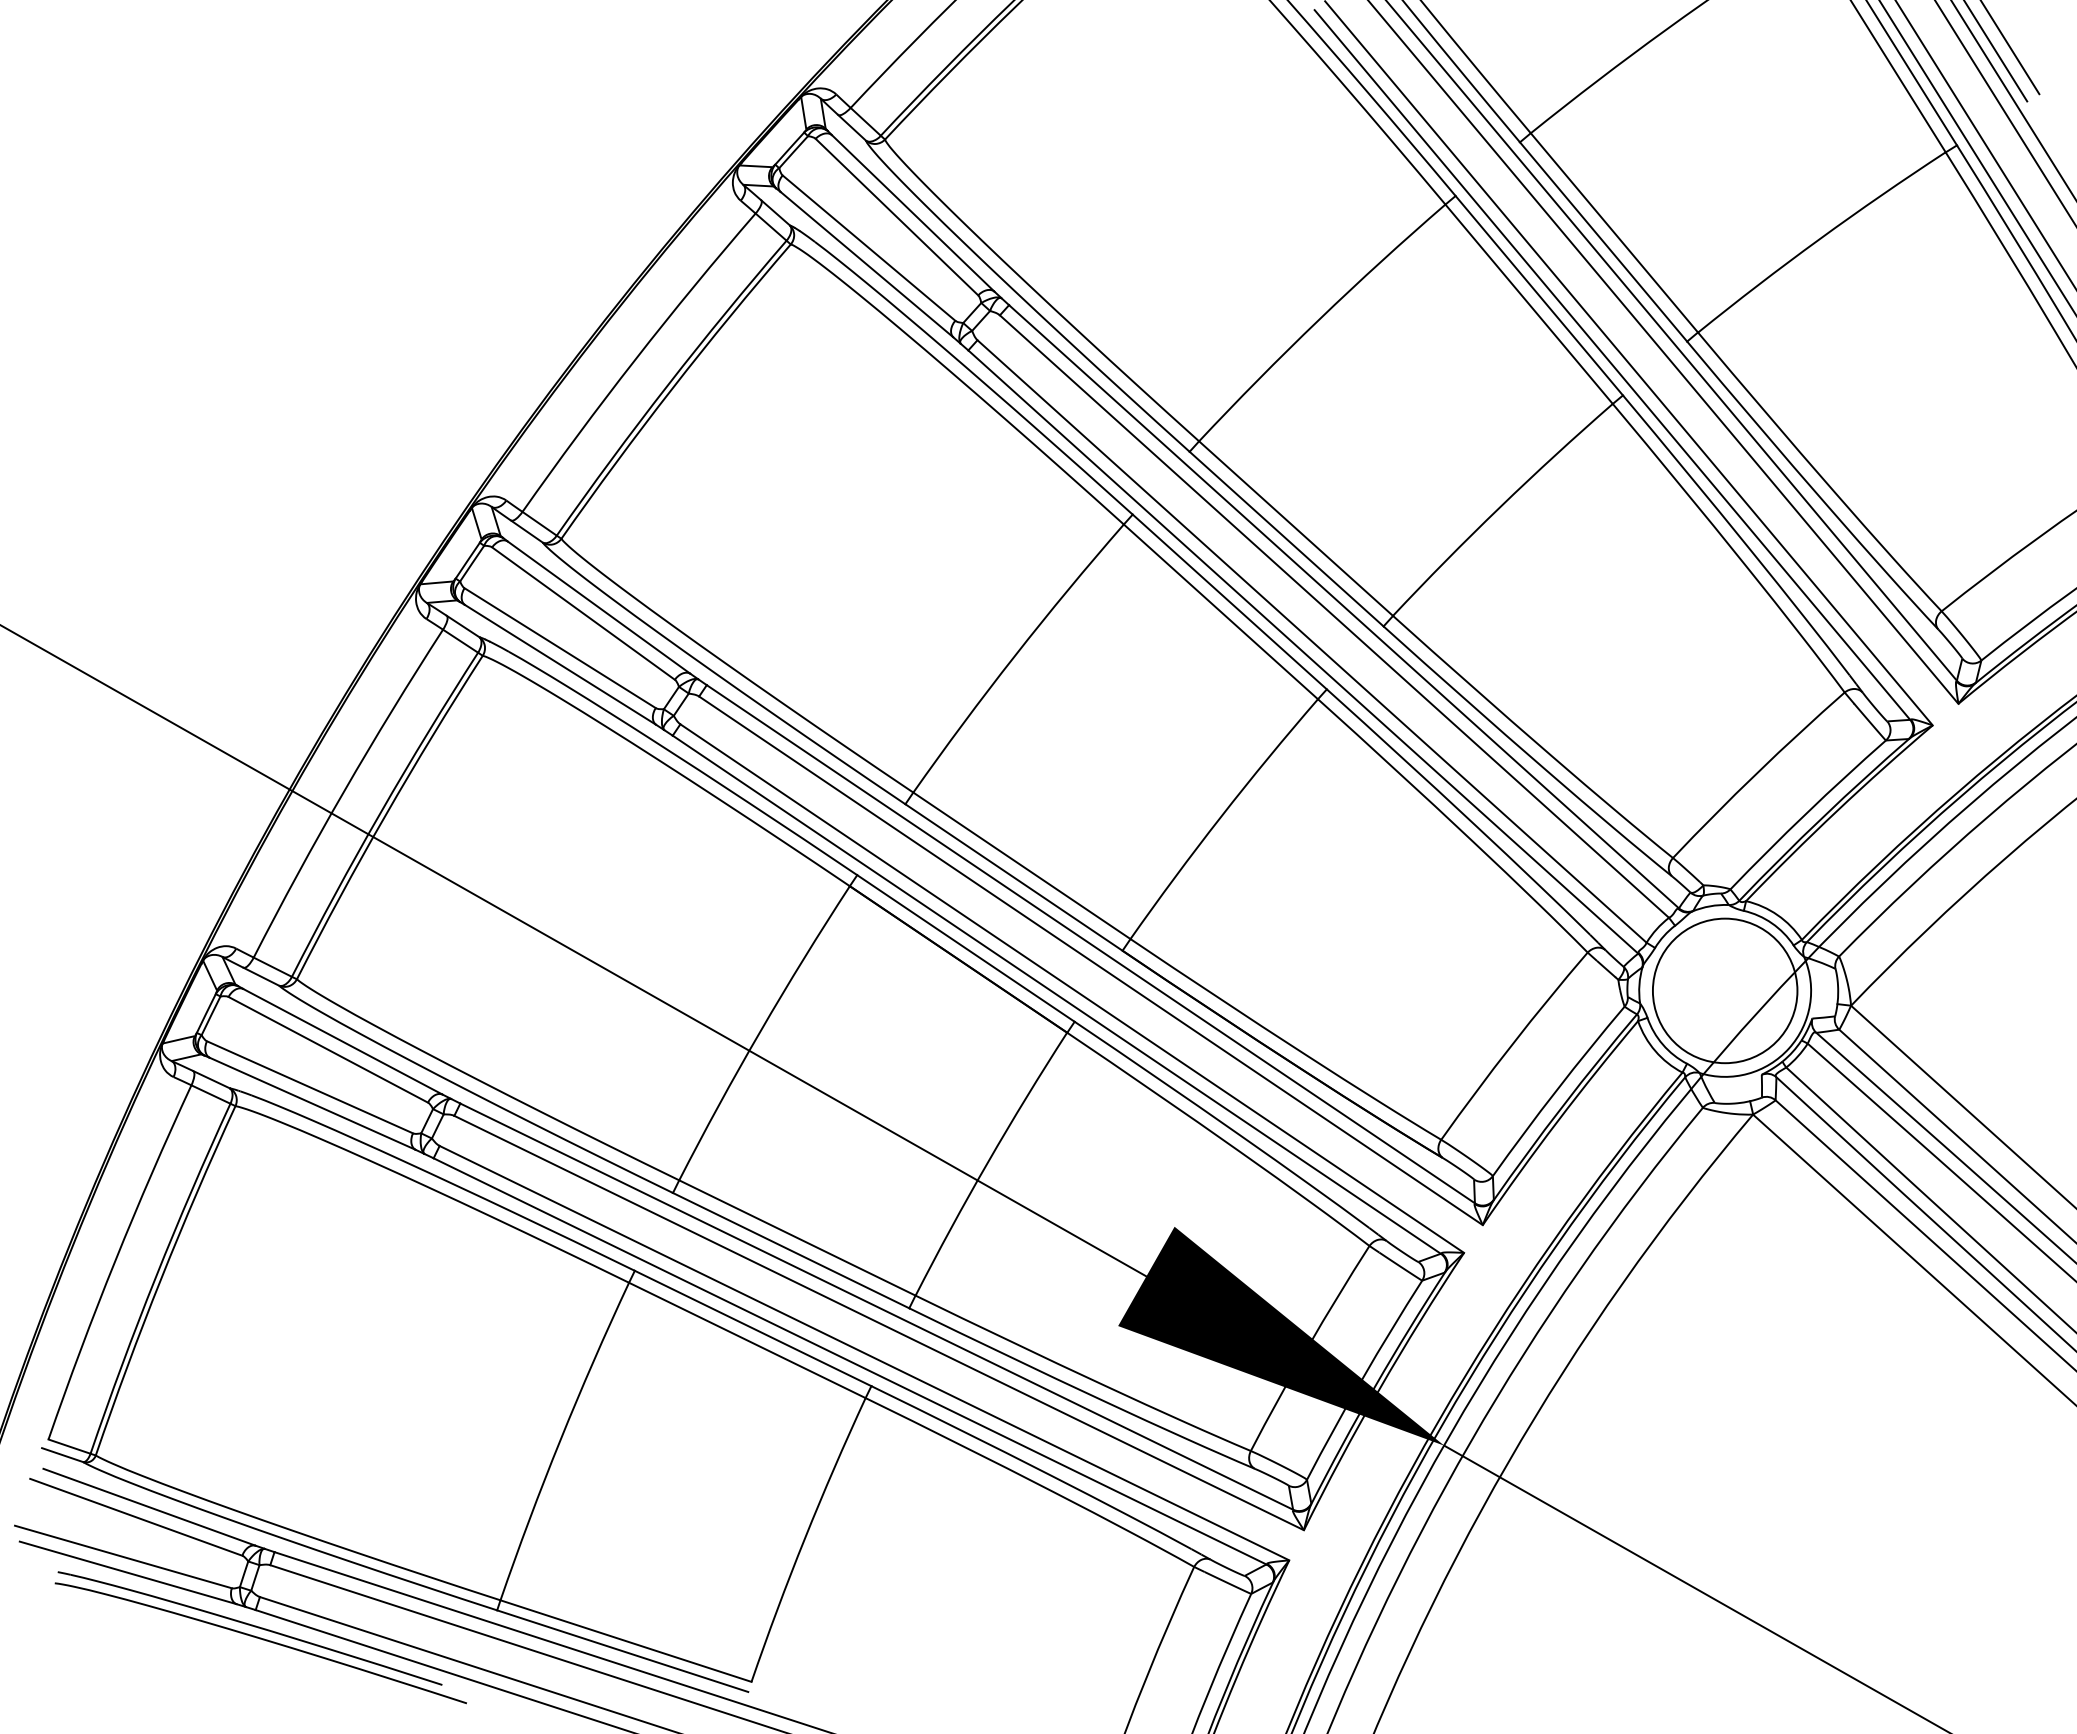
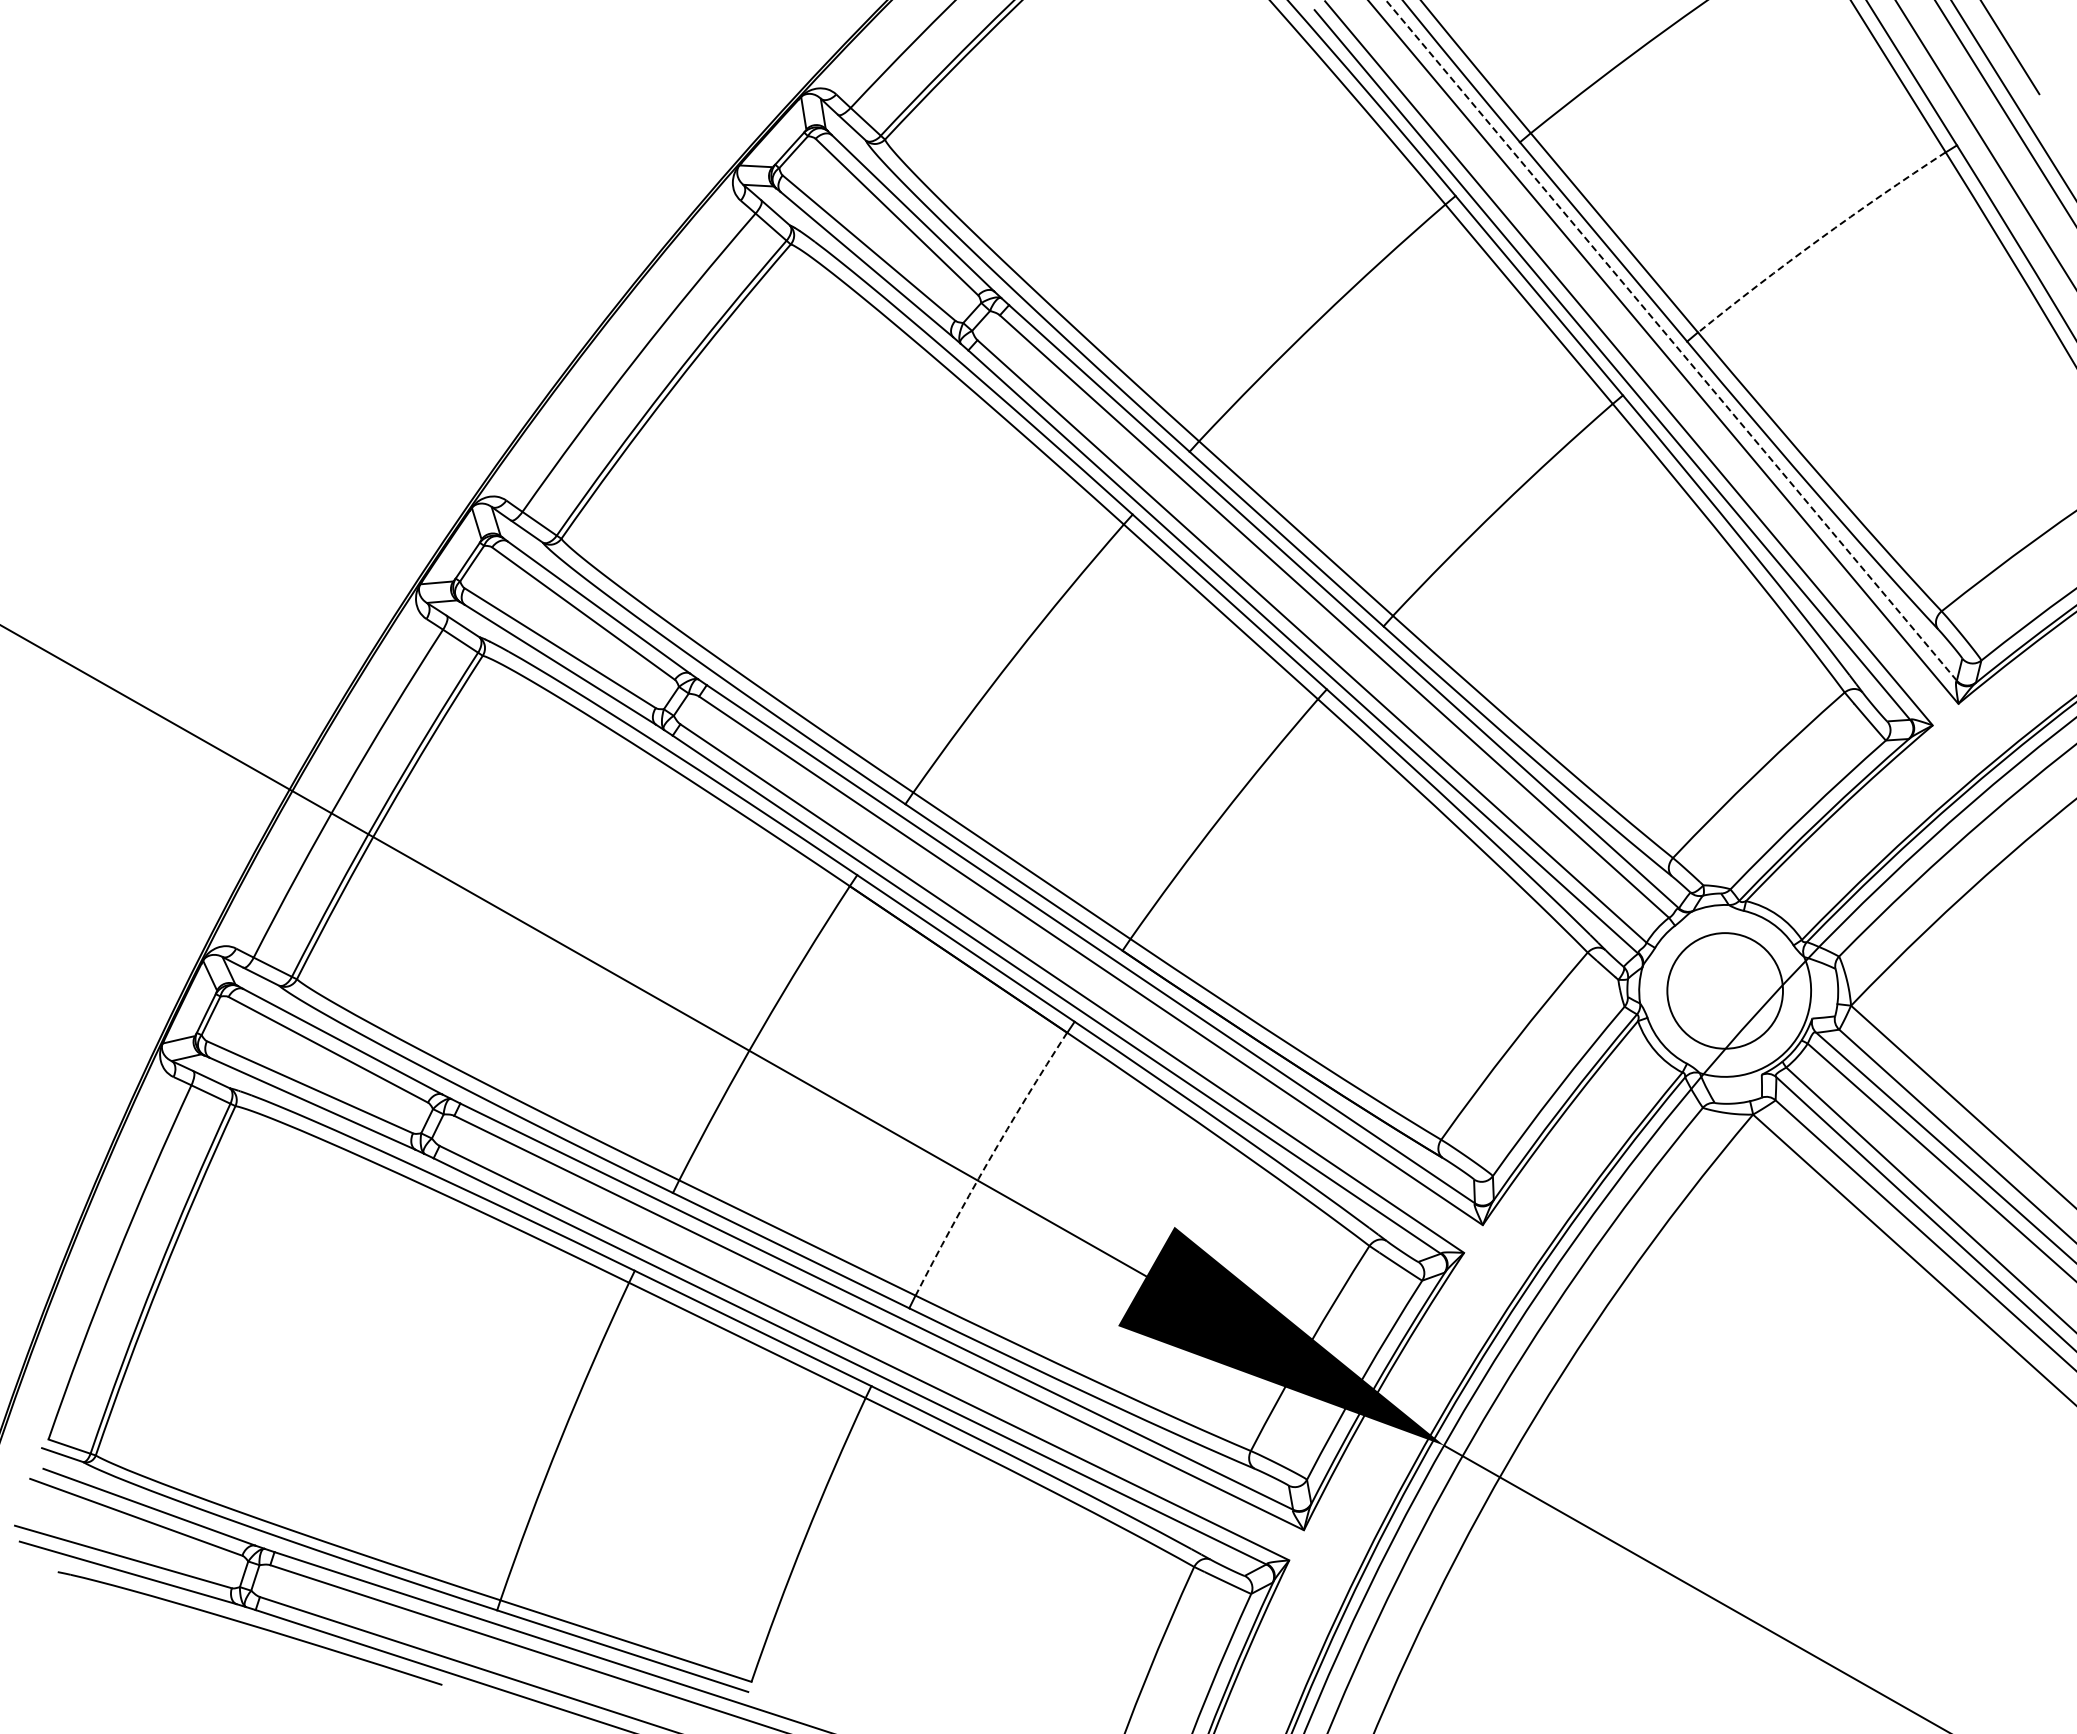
line at (1996, 51): present -> none
line at (1976, 156): present -> none
arc at (1819, 239): solid -> dashed
line at (1670, 340): solid -> dashed
circle at (1724, 990) diameter: 145 px -> 116 px
arc at (988, 1162): solid -> dashed
curve at (260, 1639): present -> none
